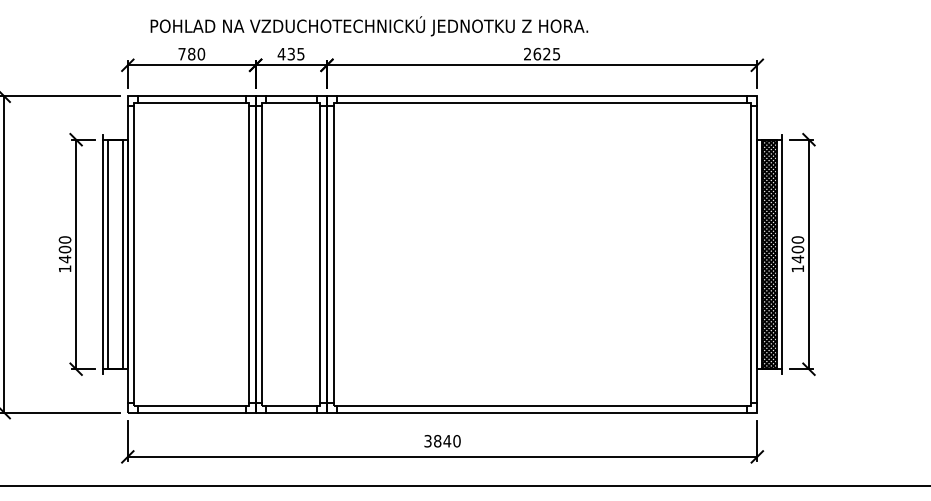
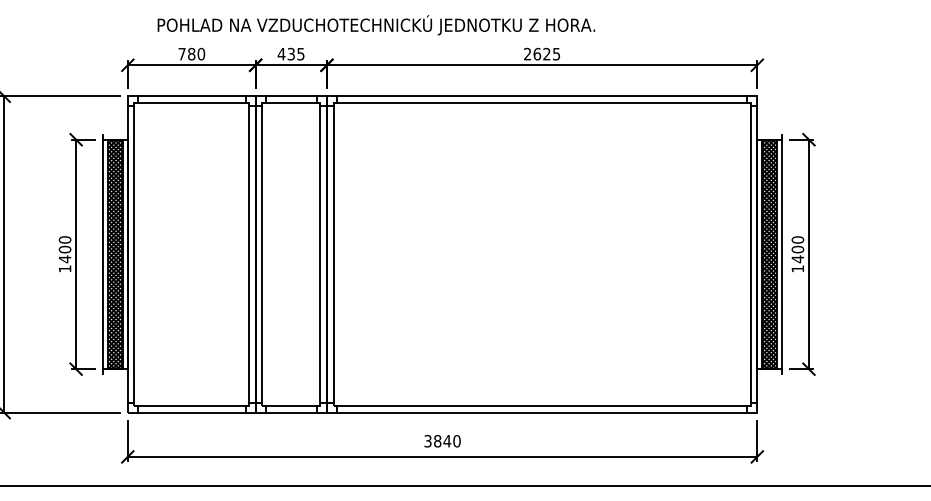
text at (369, 26) position: (369, 26) -> (376, 25)
hatch at (115, 254): none -> present
